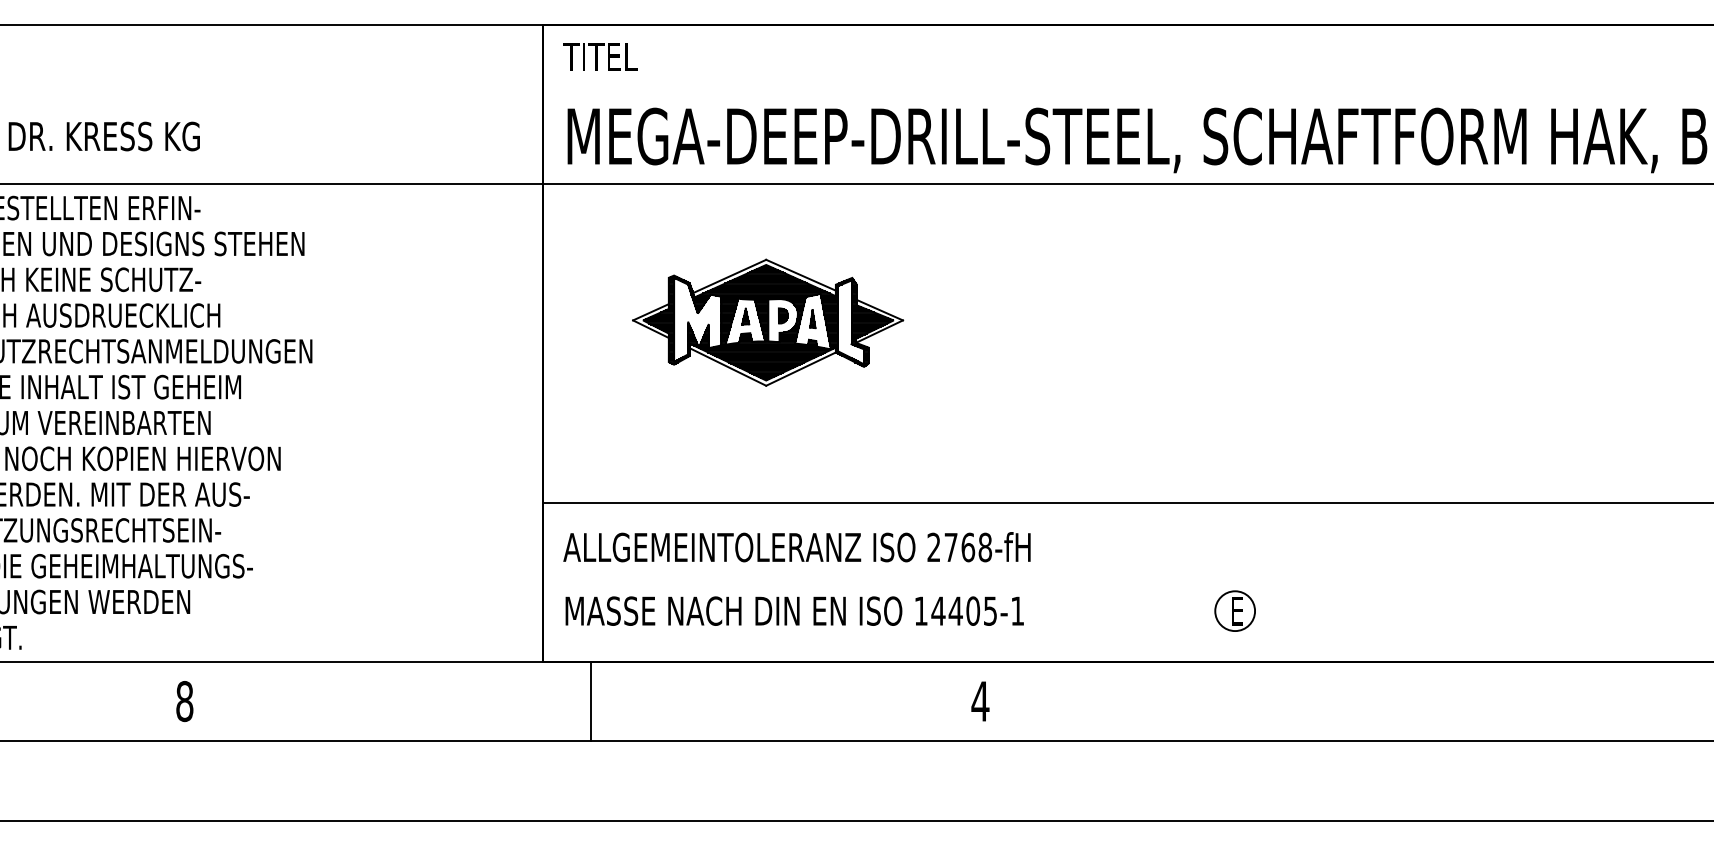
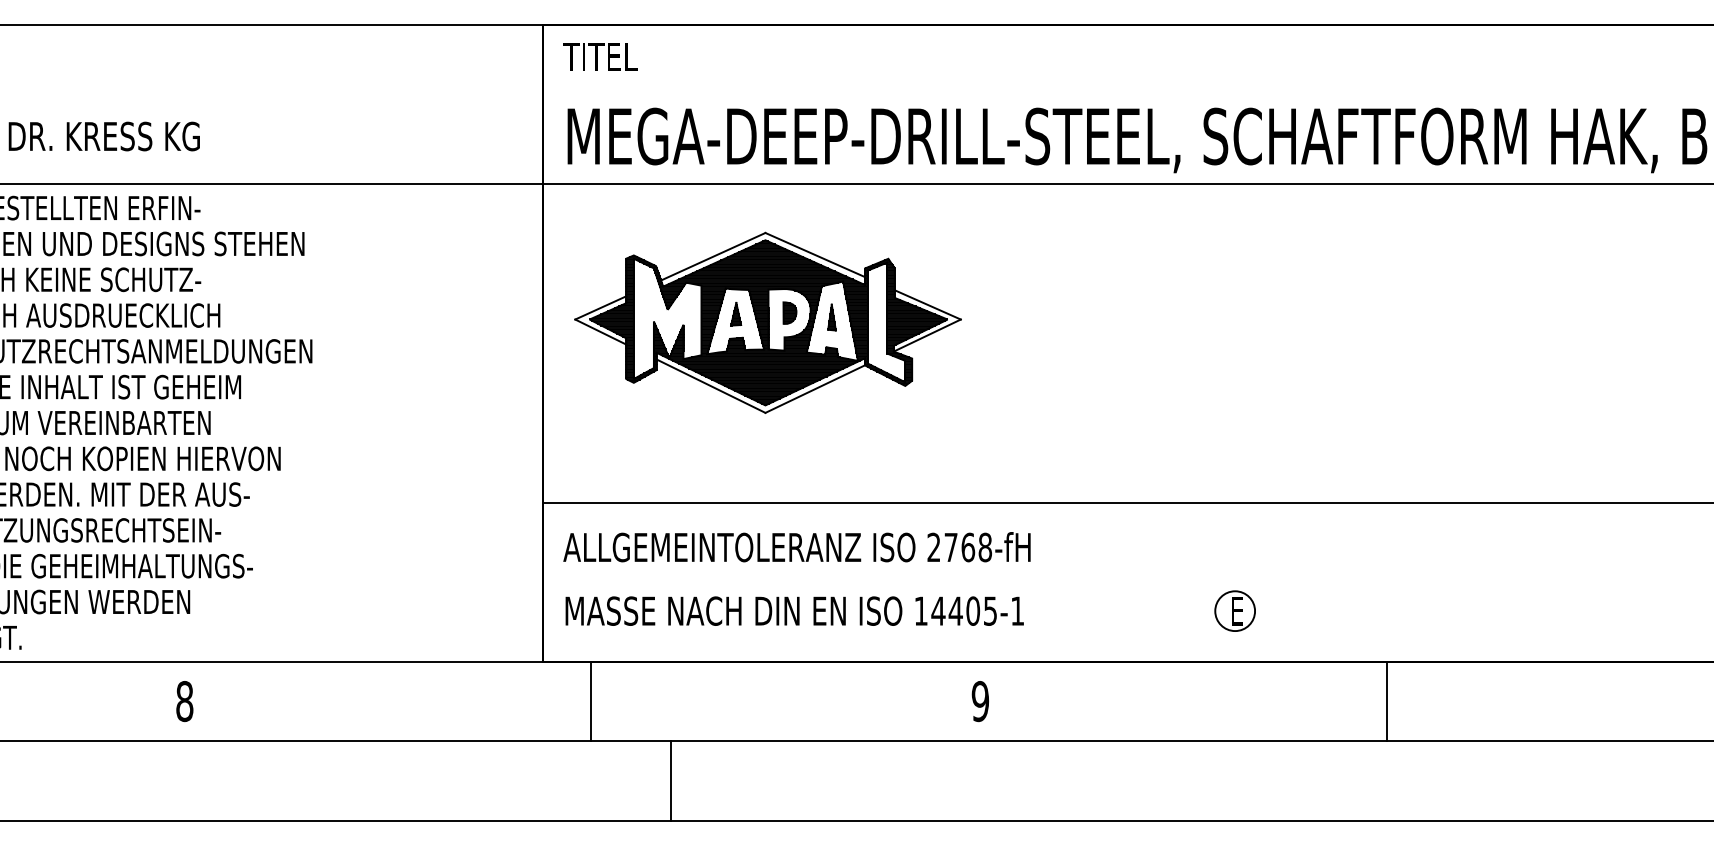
part at (768, 322) size: 273x129 px -> 388x183 px
text at (980, 701): 4 -> 9
line at (1386, 701): none -> present
line at (670, 780): none -> present
